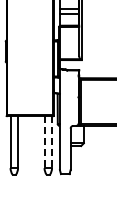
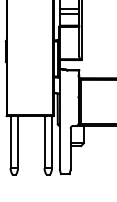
line at (44, 142): dashed -> solid
line at (52, 142): dashed -> solid
